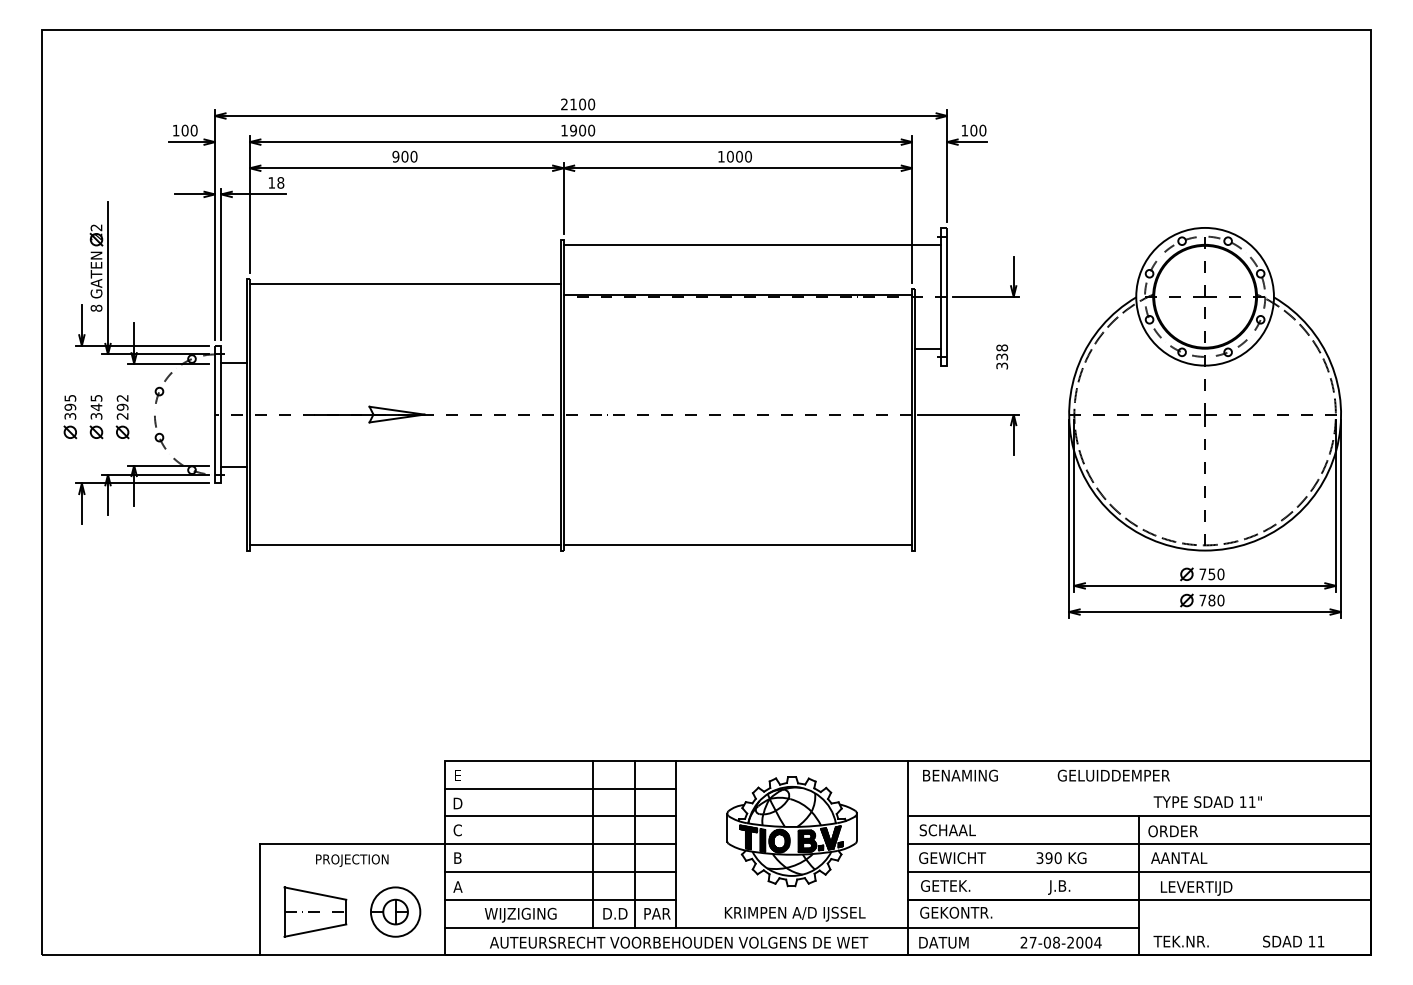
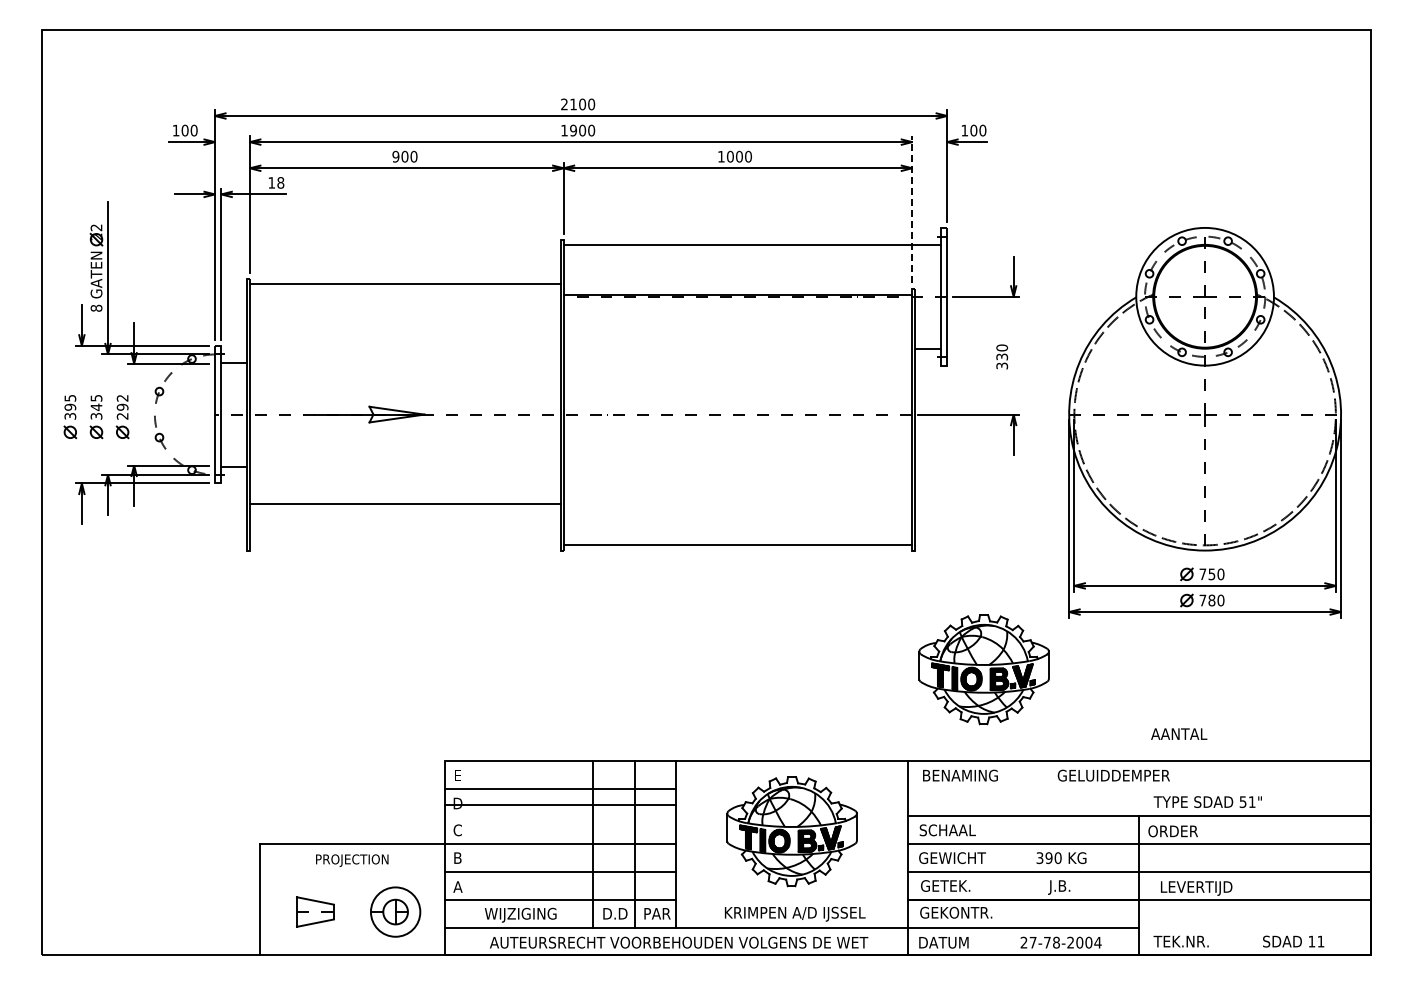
line at (912, 209): solid -> dashed
text at (1001, 347): 338 -> 330
line at (404, 545) position: (404, 545) -> (404, 504)
part at (983, 669): none -> present
text at (1242, 802): 11" -> 51"
line at (560, 816) position: (560, 816) -> (560, 805)
text at (1179, 857) position: (1179, 857) -> (1179, 733)
part at (315, 911) size: 65x52 px -> 39x32 px
text at (1046, 942): 27-08-2004 -> 27-78-2004
